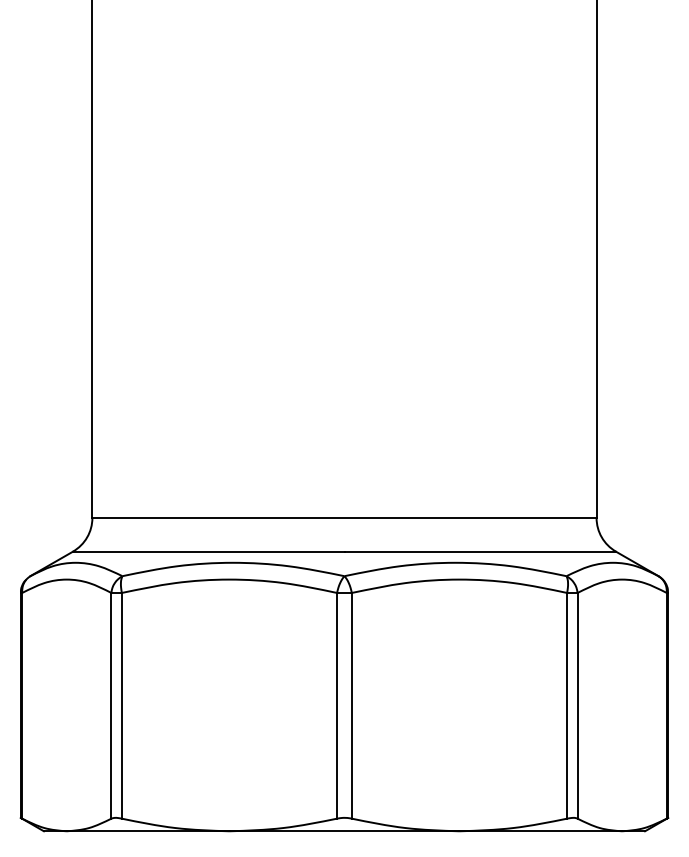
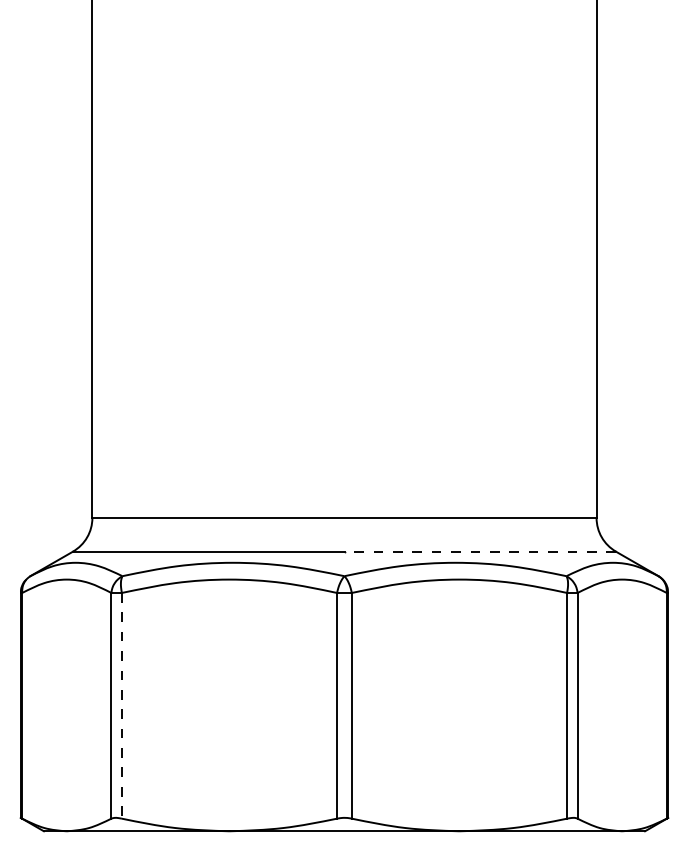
line at (480, 551): solid -> dashed
line at (121, 705): solid -> dashed
